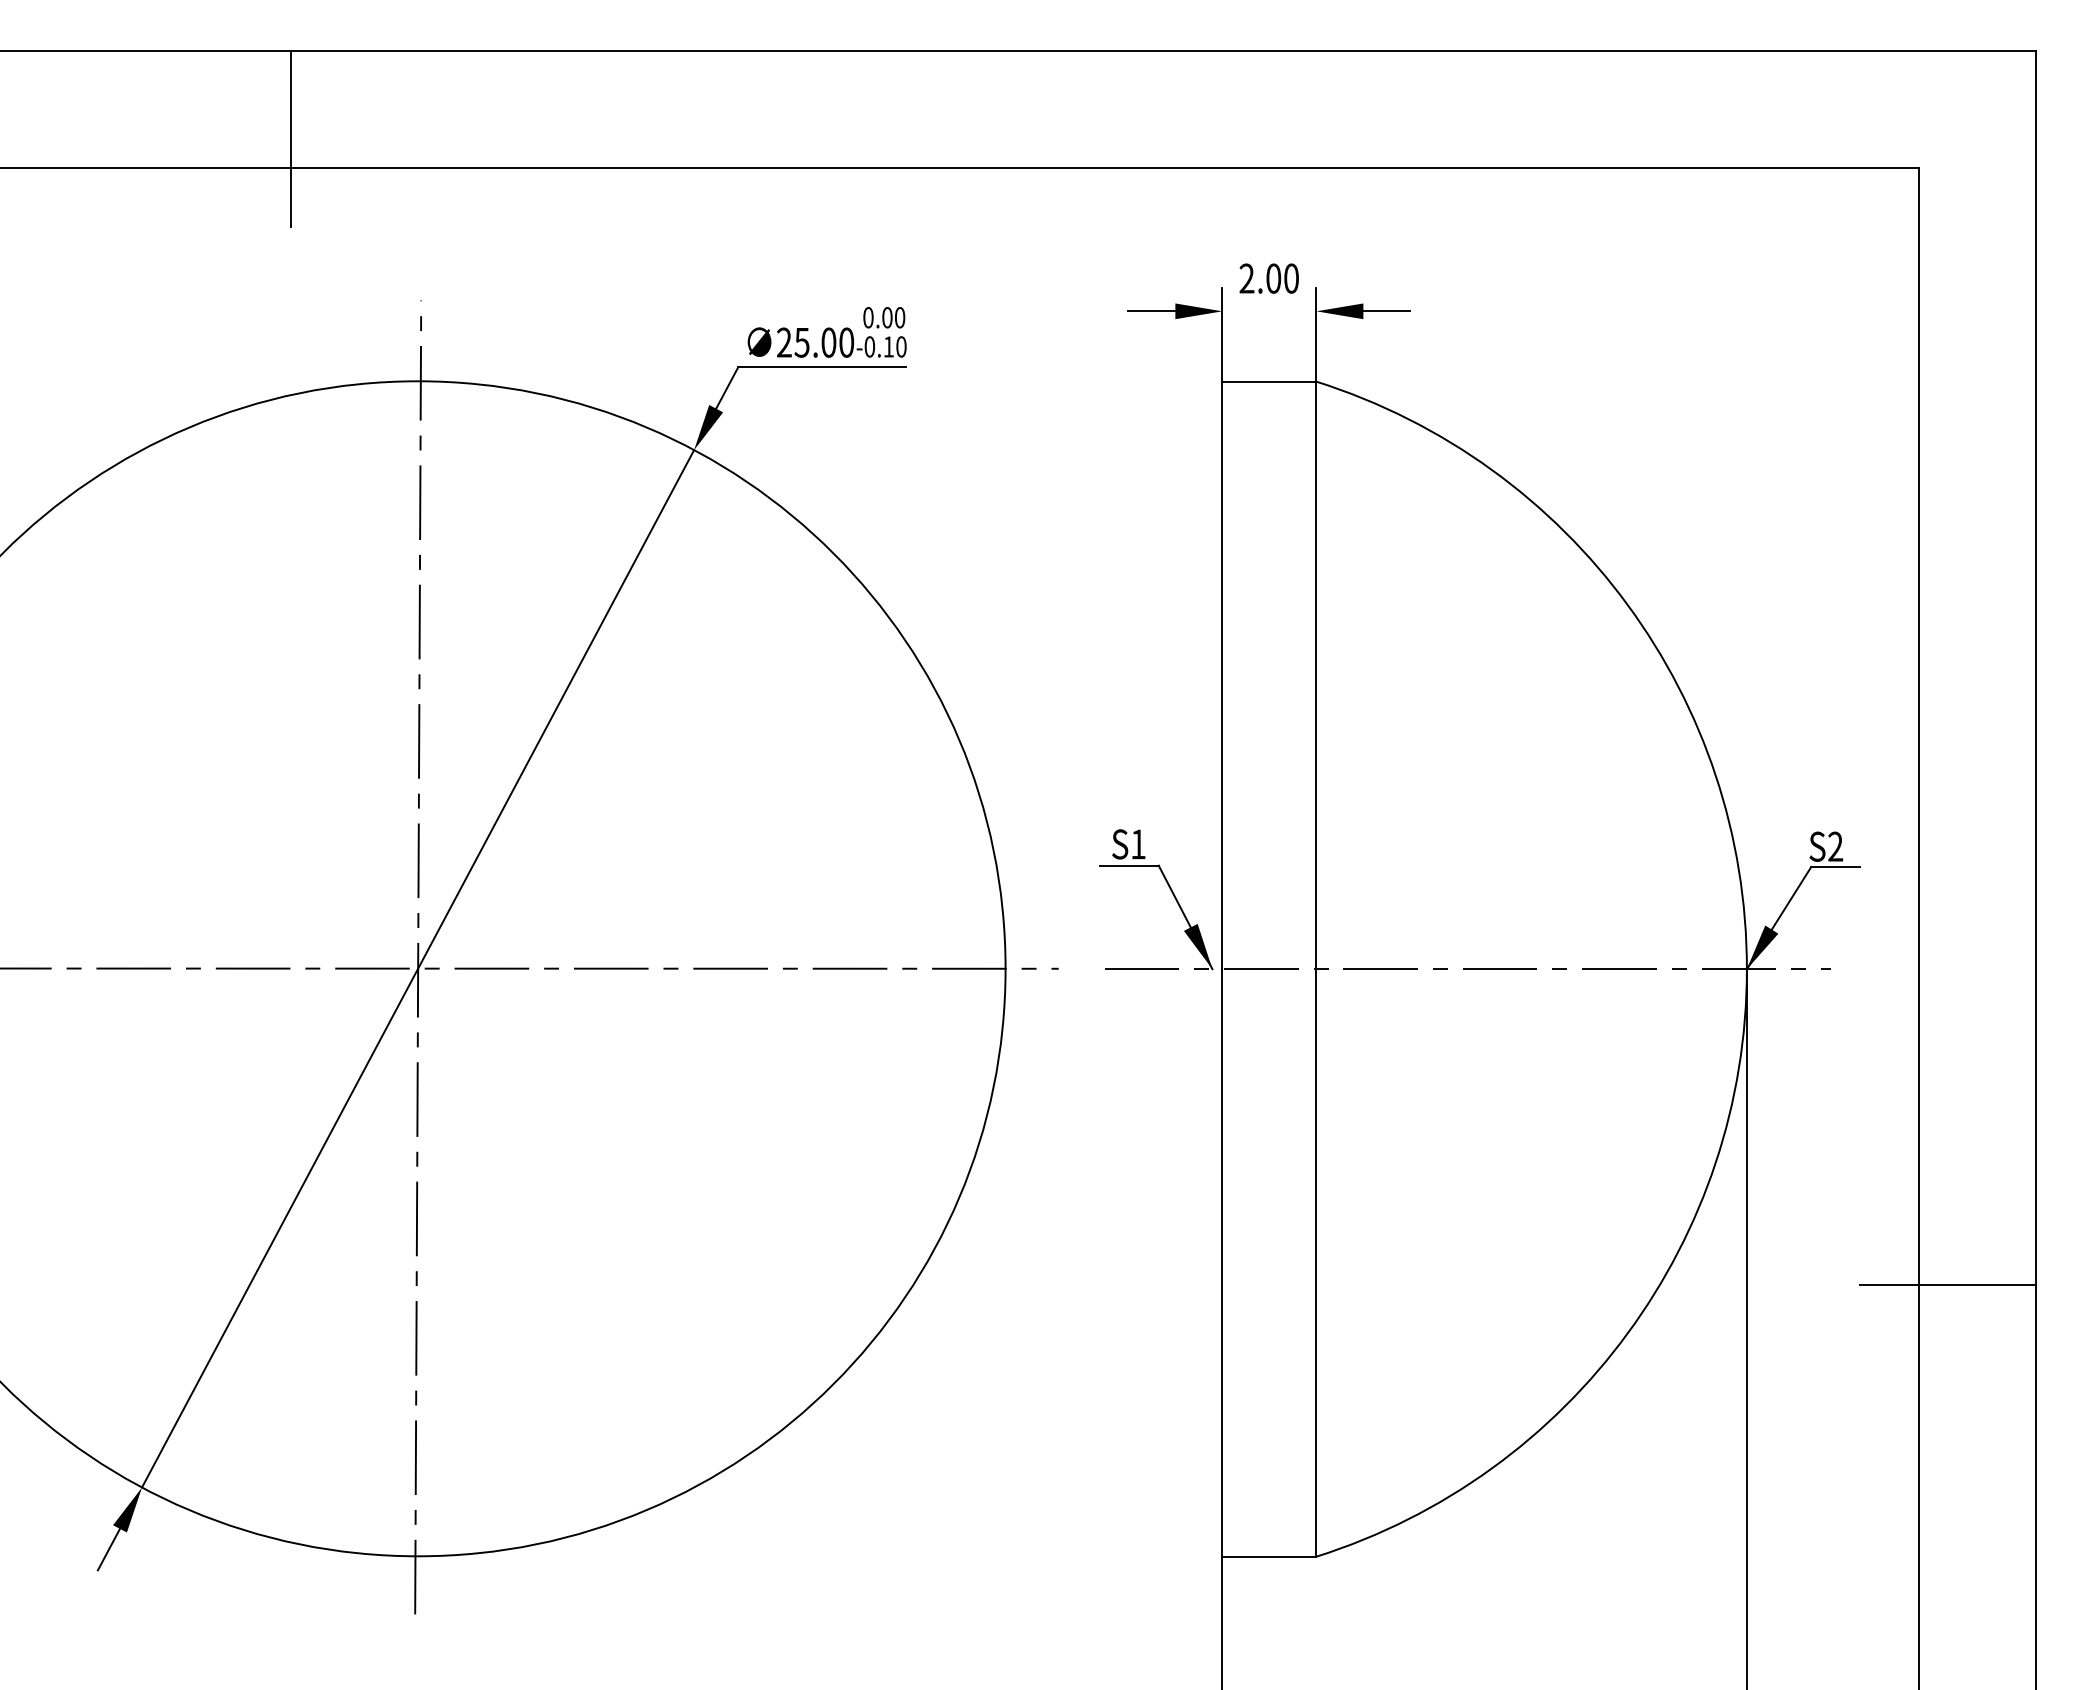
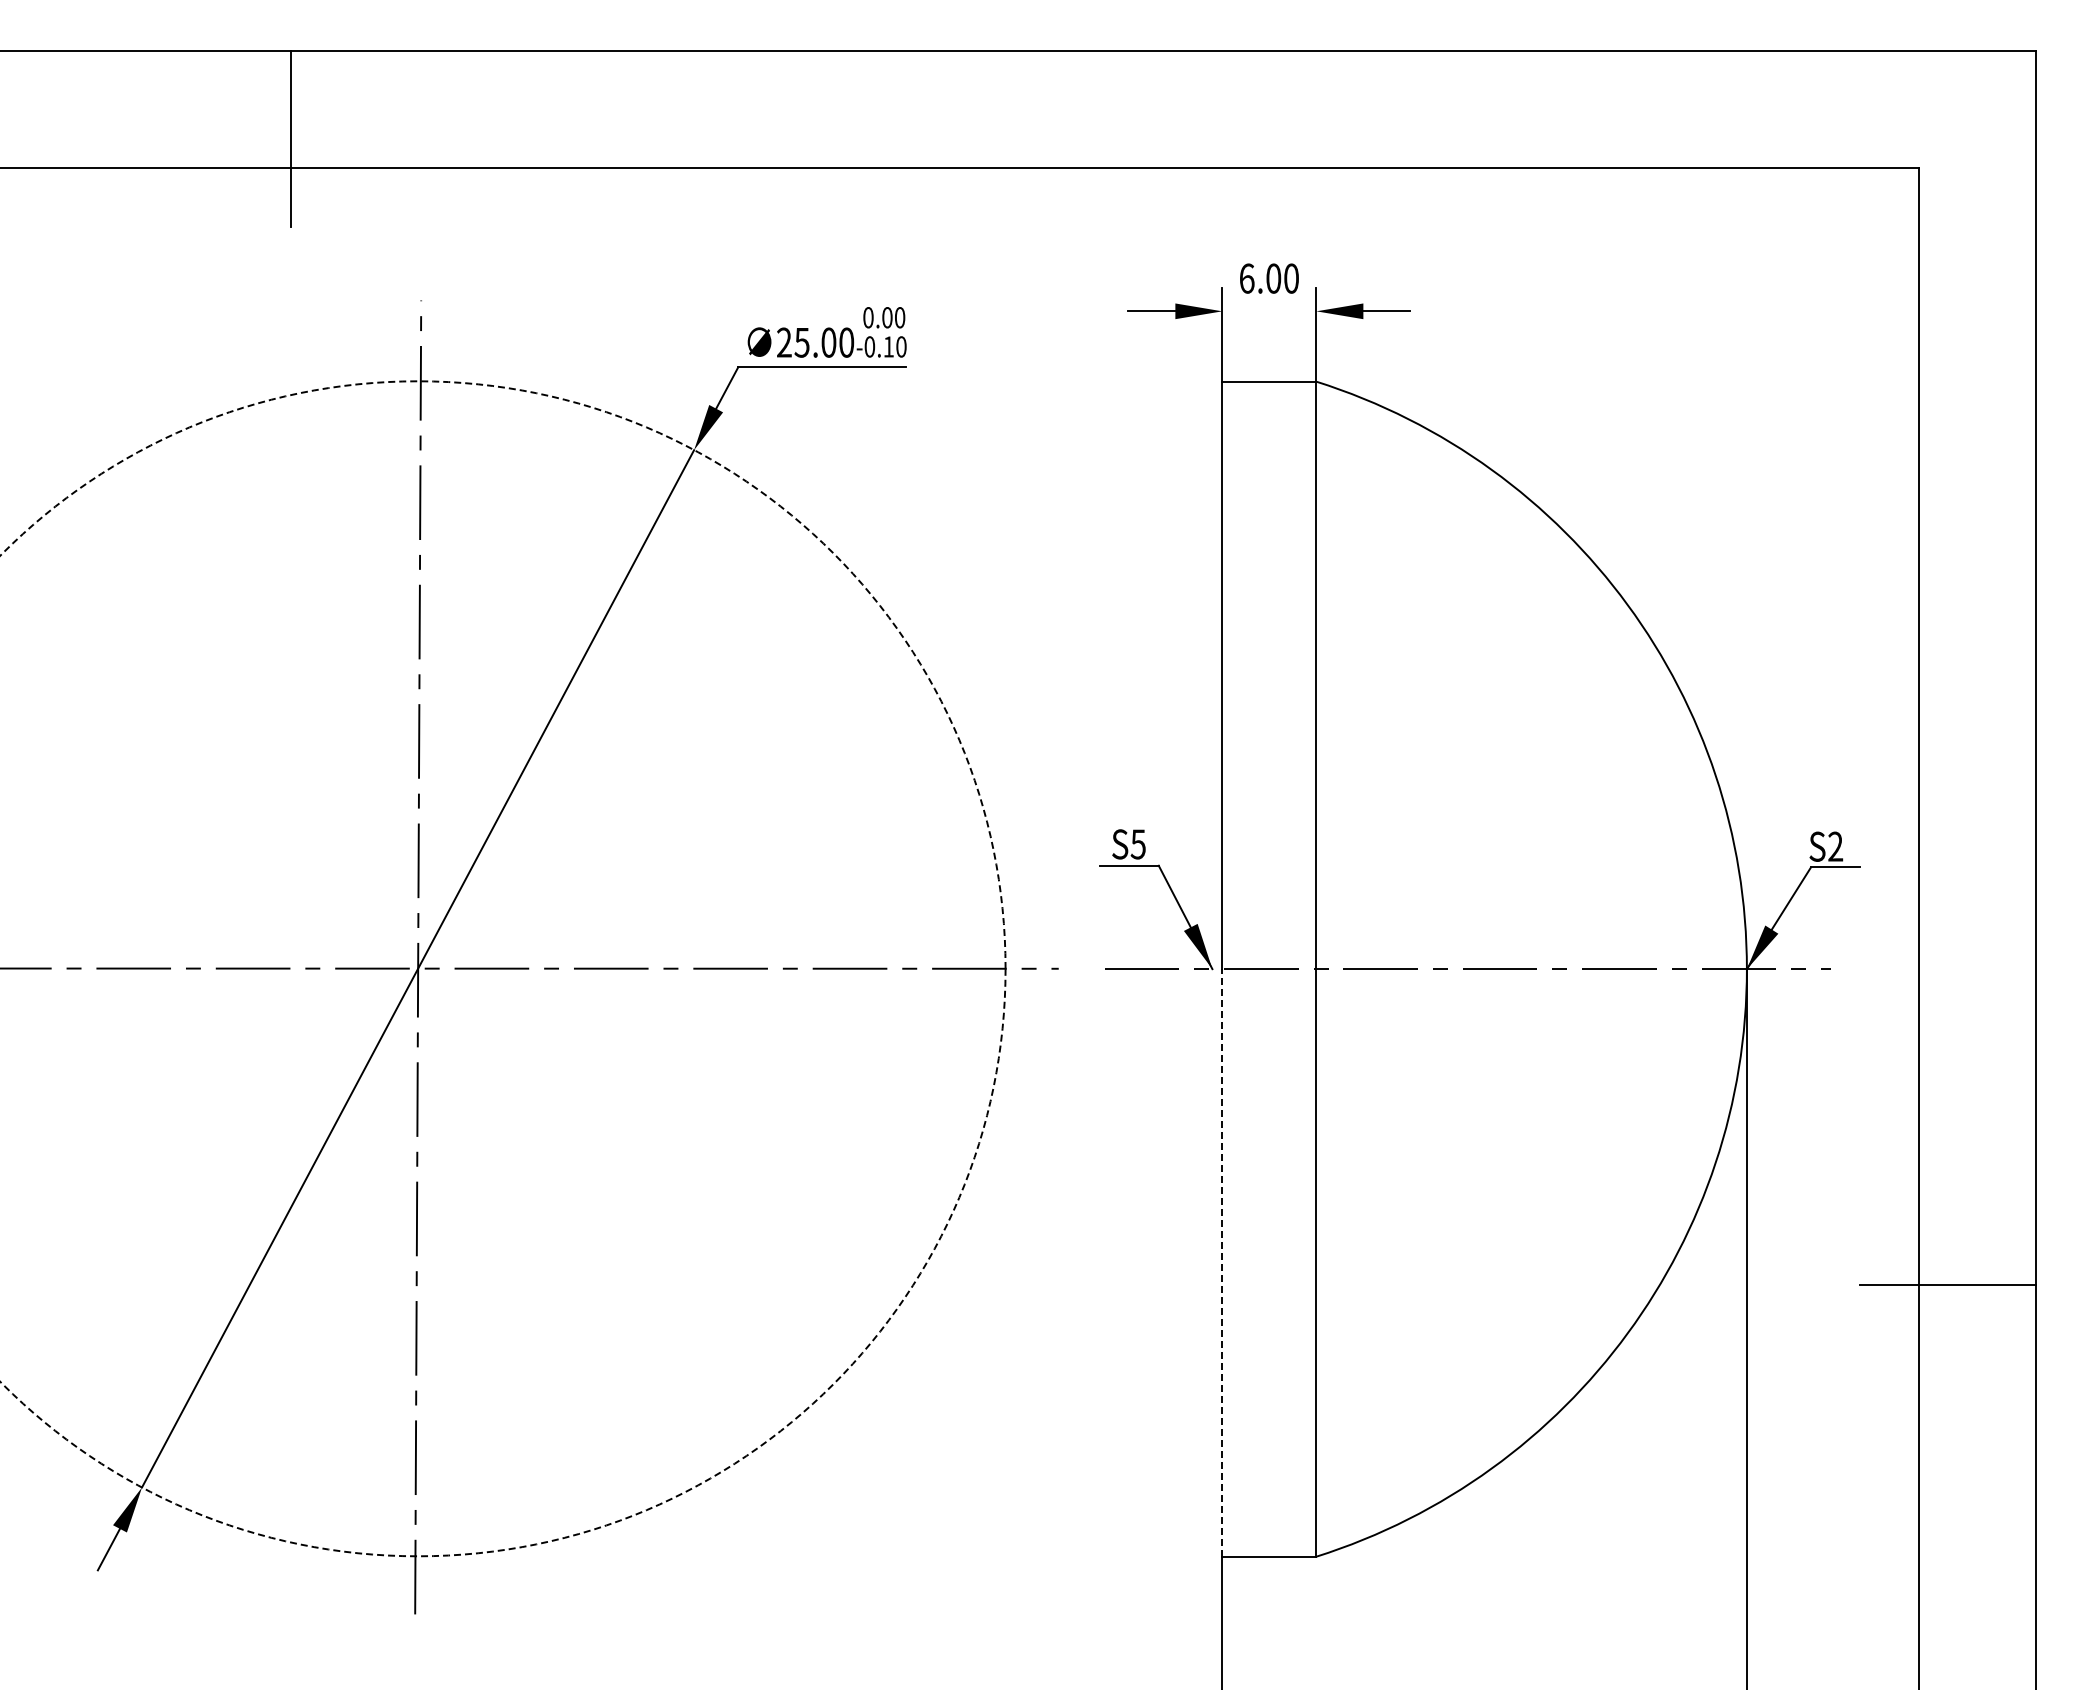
text at (1246, 278): 2.00 -> 6.00
text at (1137, 844): S1 -> S5
circle at (502, 968): solid -> dashed
line at (1222, 1262): solid -> dashed
